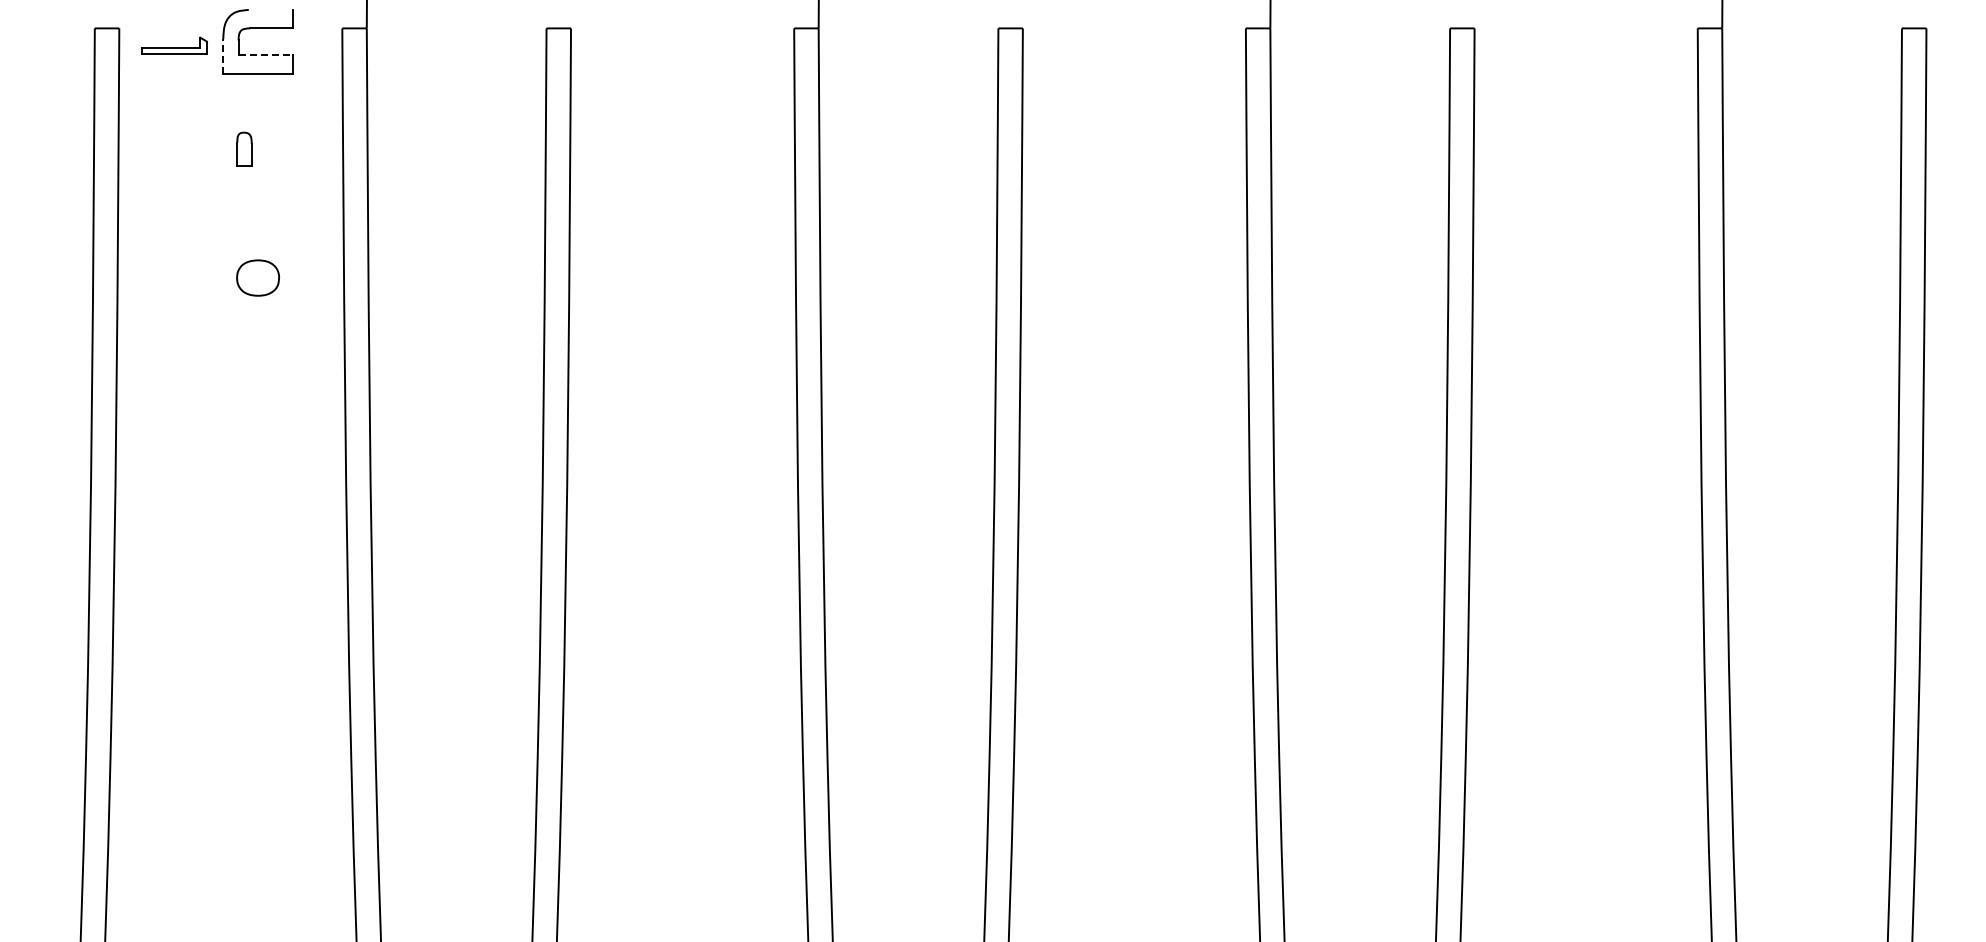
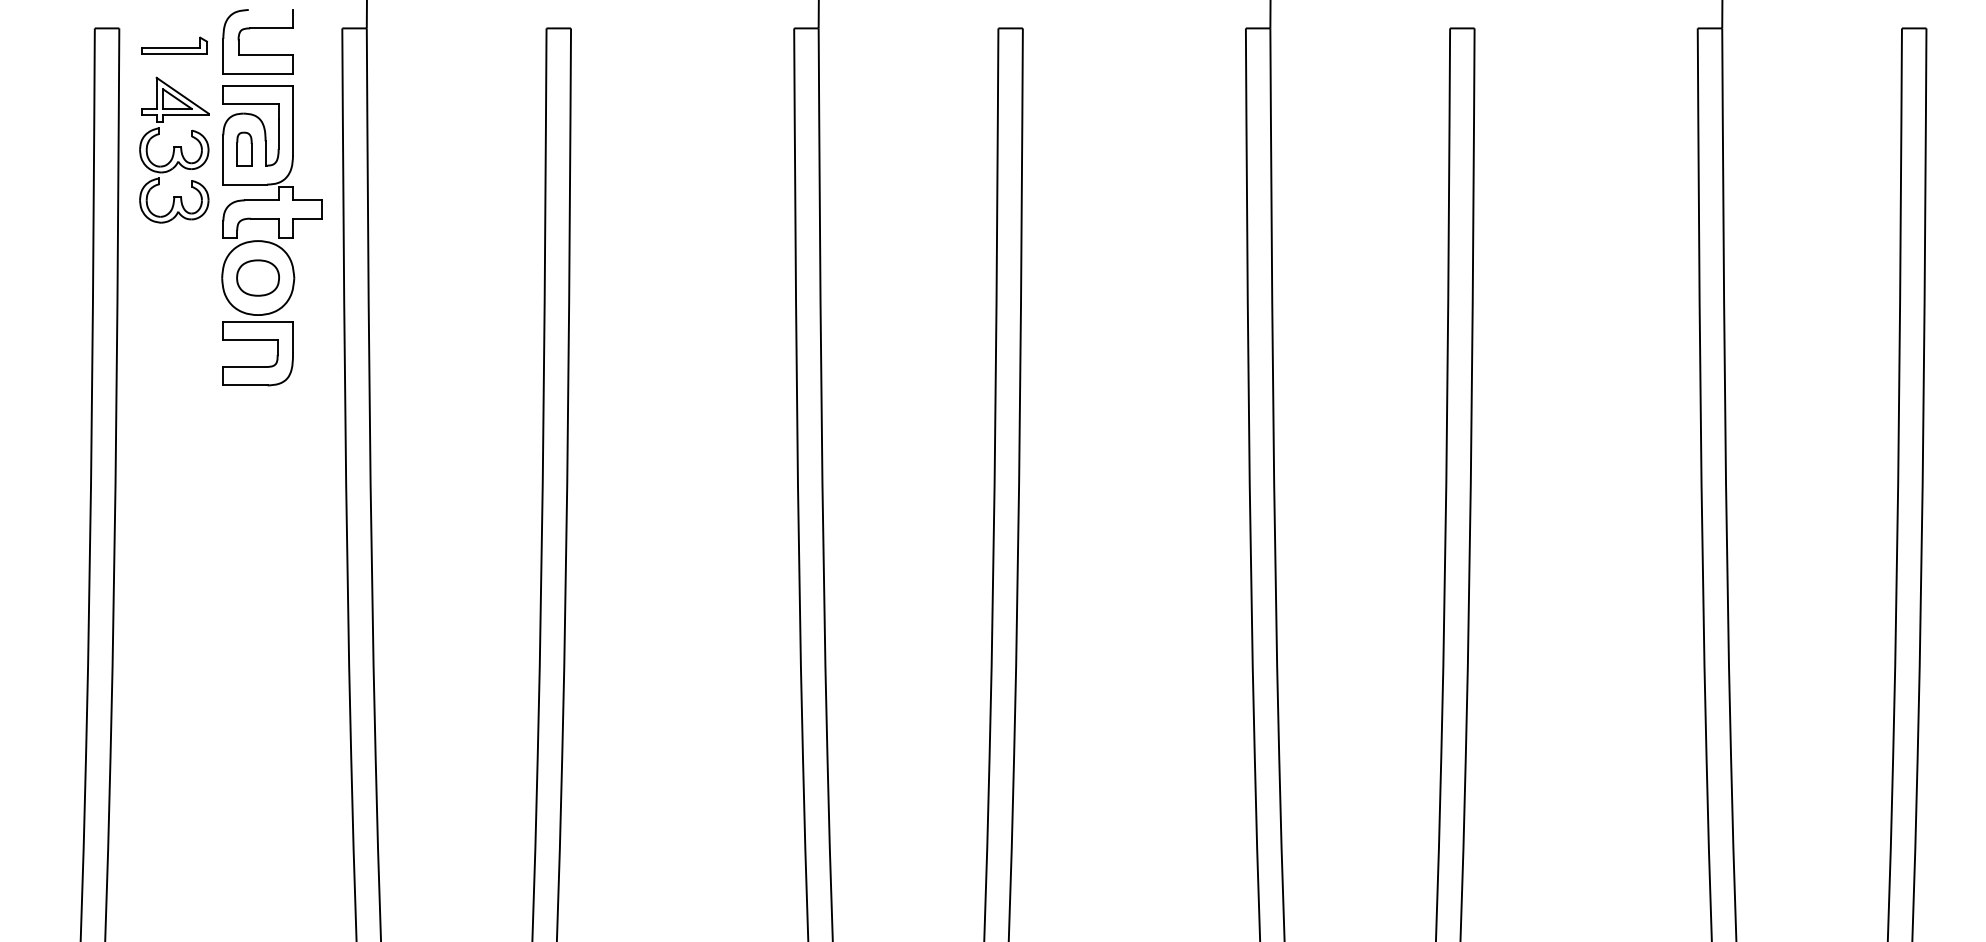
line at (223, 55): dashed -> solid
line at (266, 55): dashed -> solid
part at (174, 149): none -> present
part at (270, 241): none -> present
